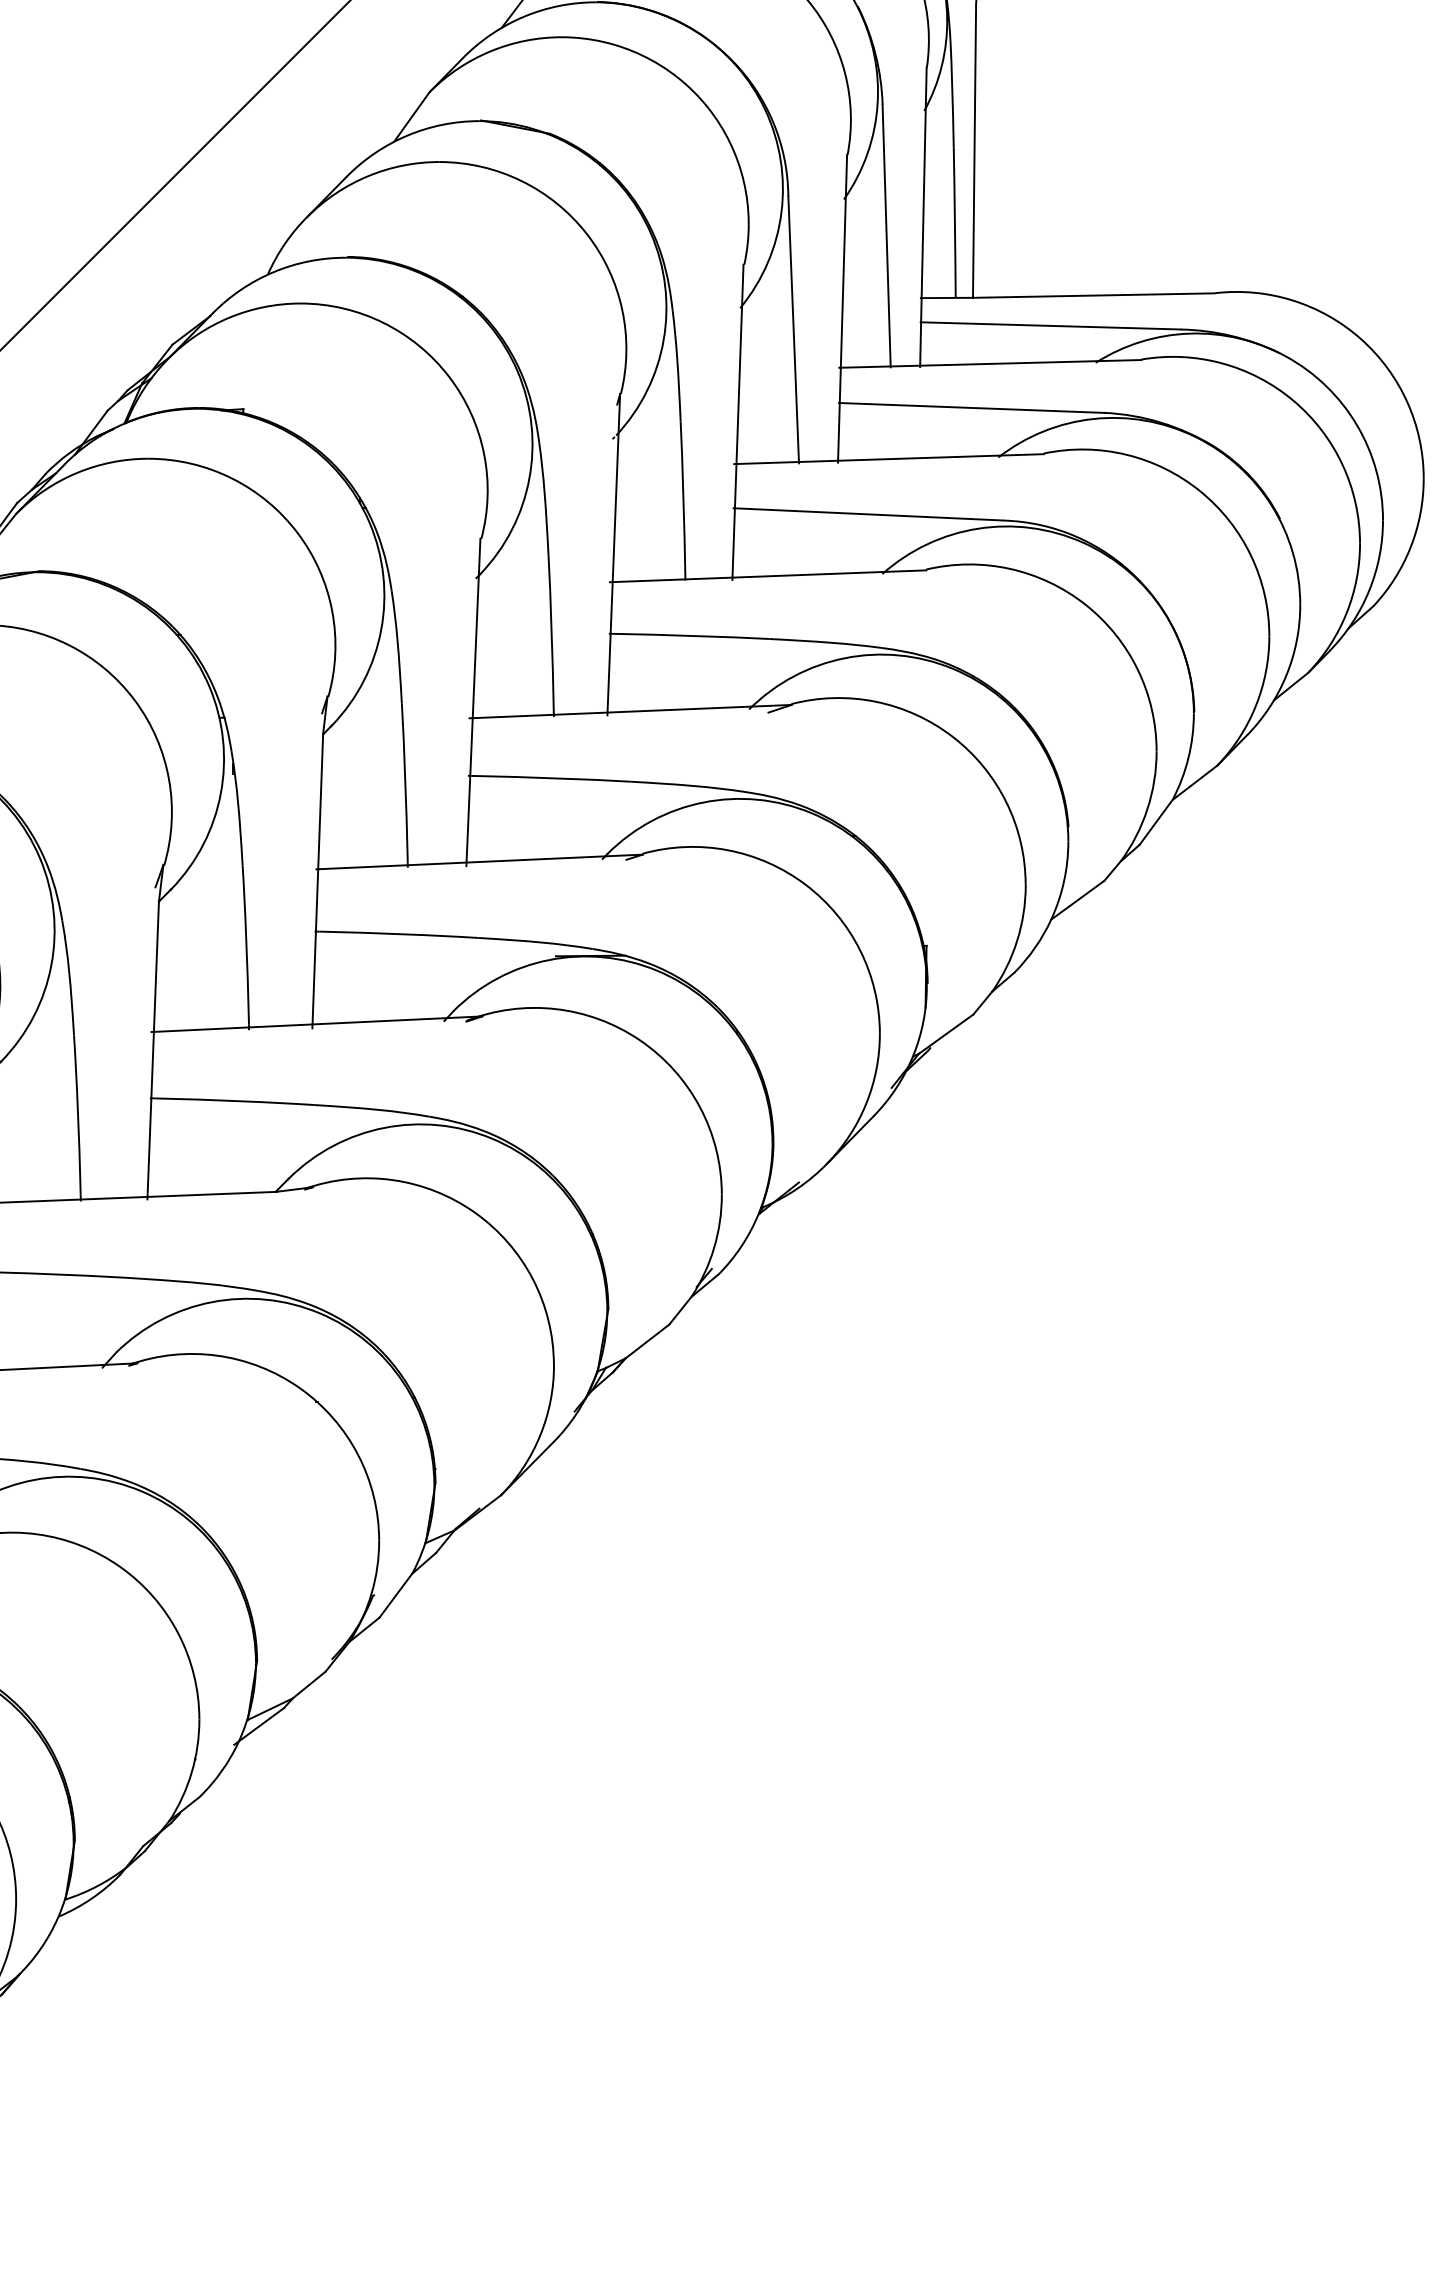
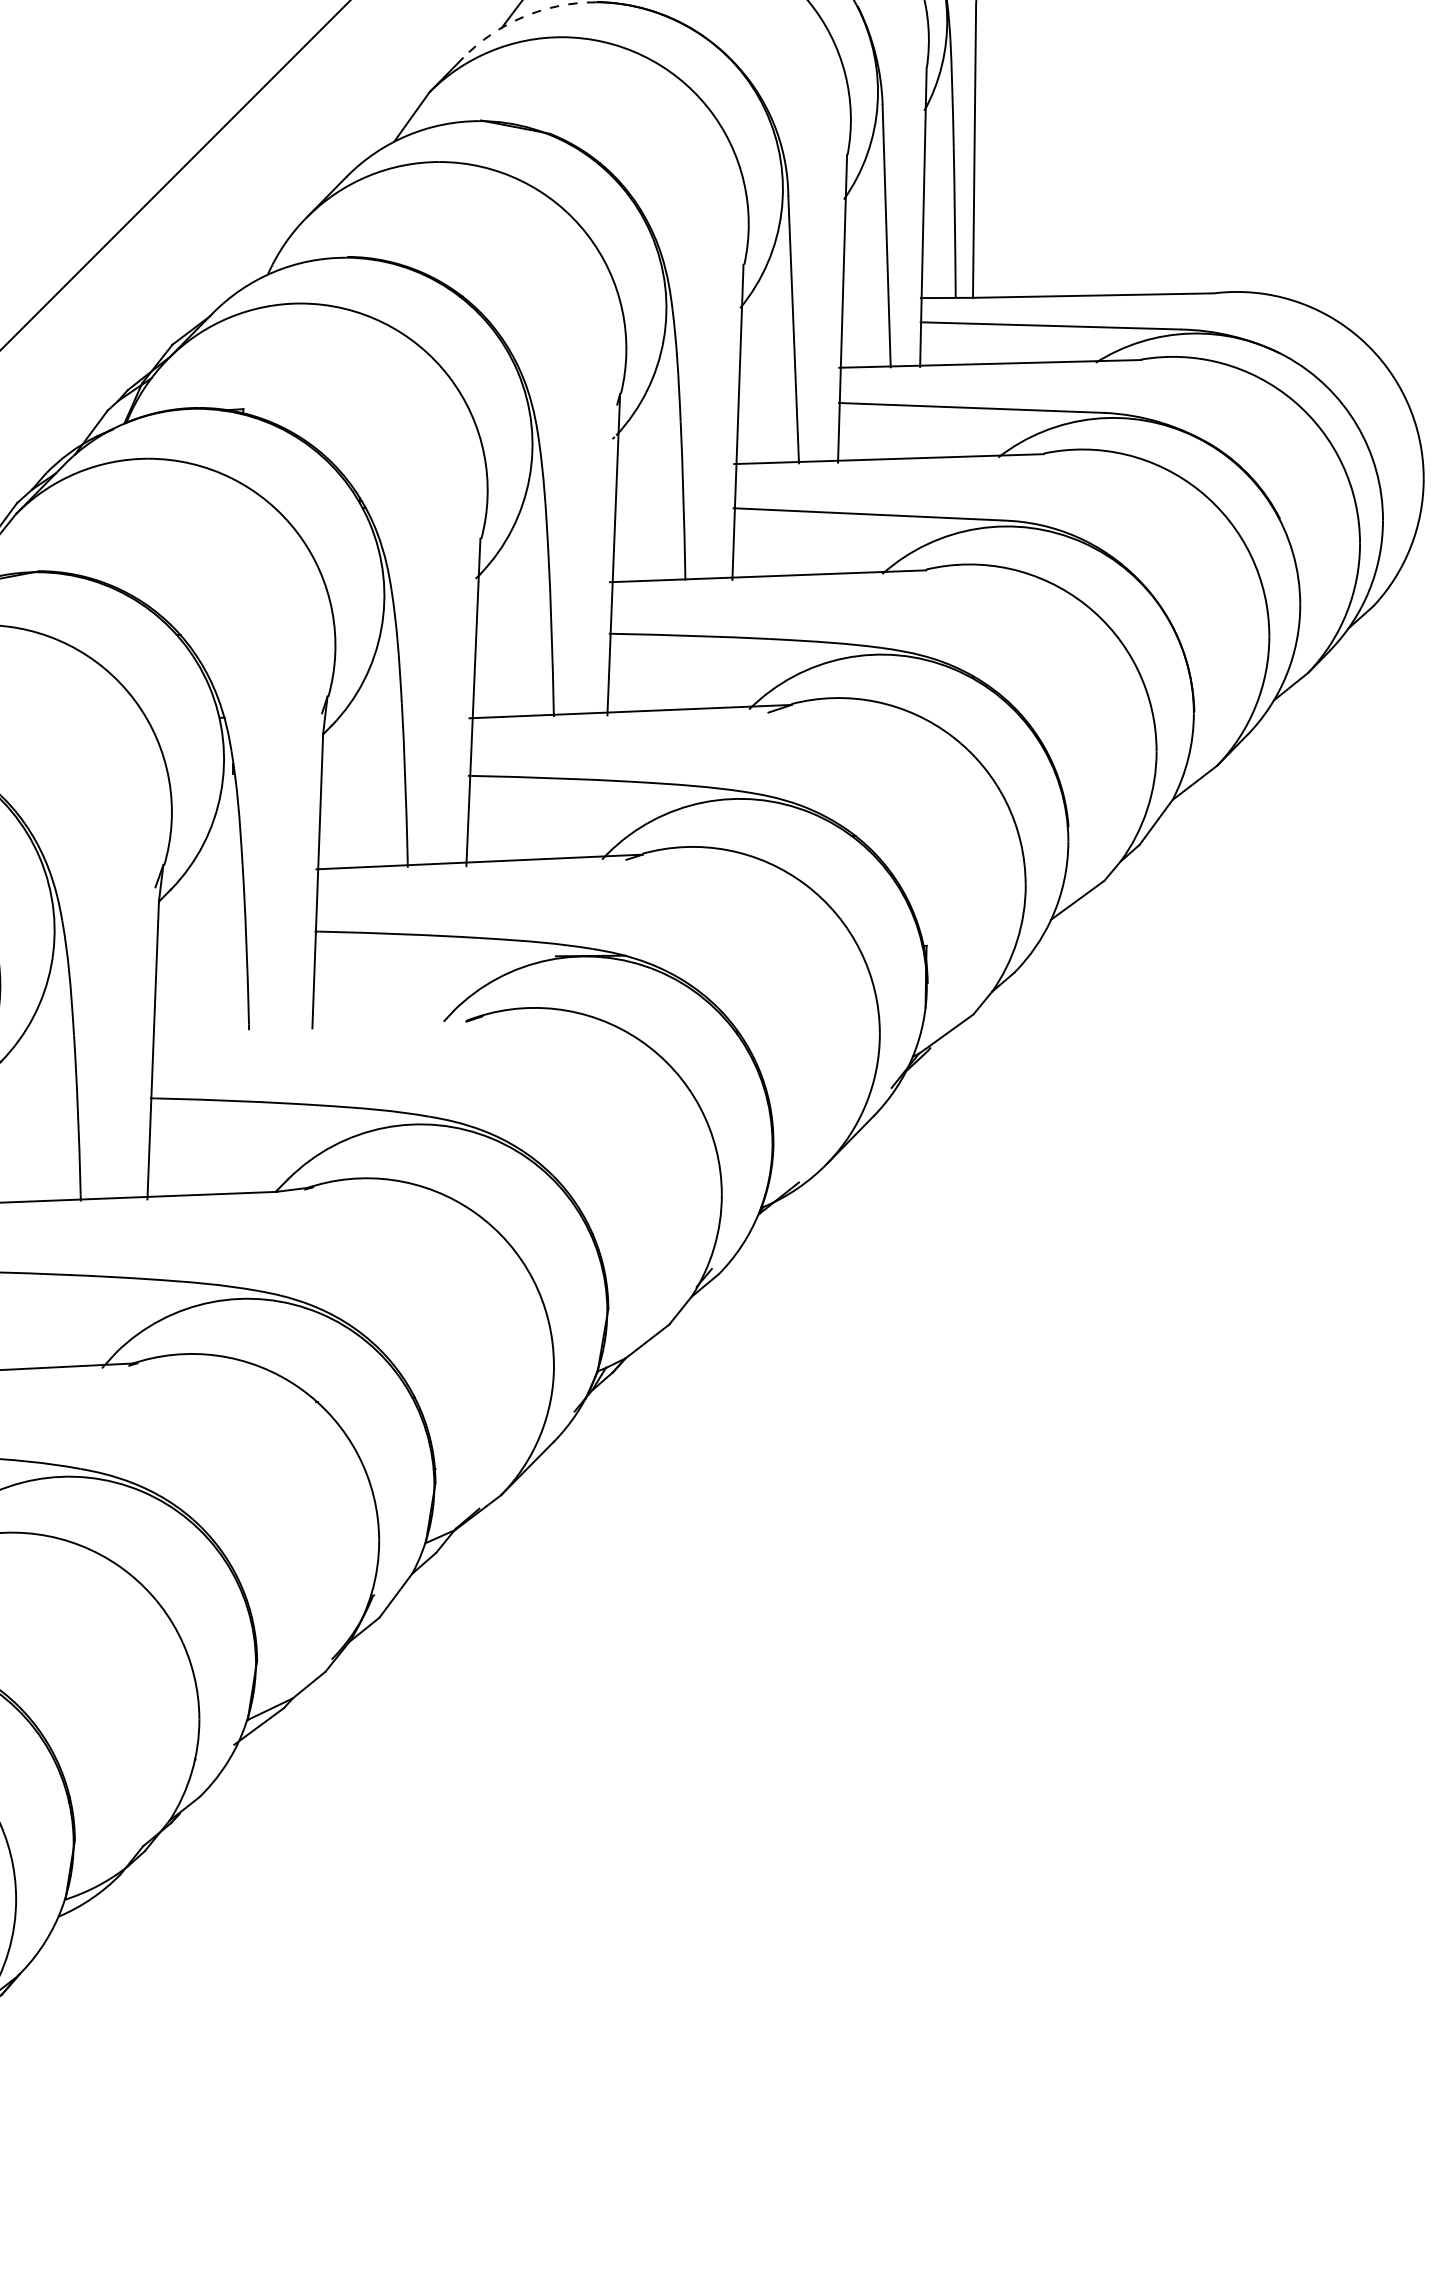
arc at (523, 16): solid -> dashed
line at (316, 1024): present -> none
